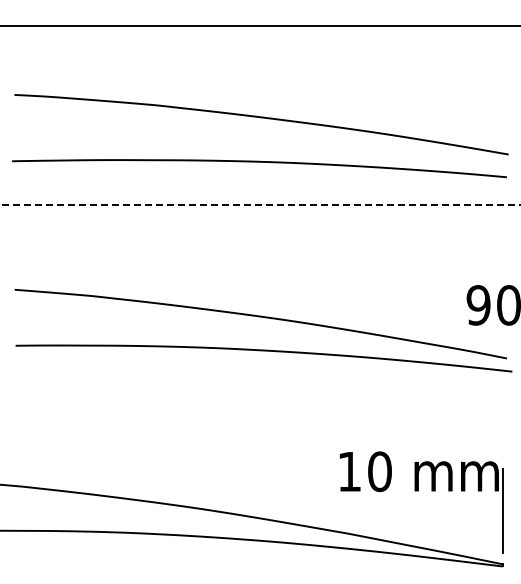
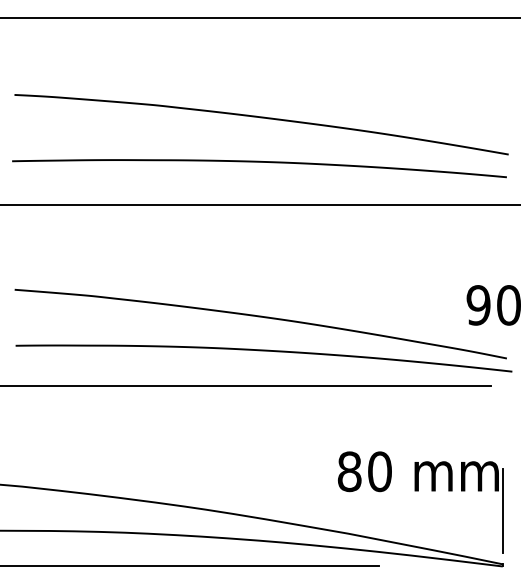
line at (259, 25) position: (259, 25) -> (259, 17)
line at (260, 204): dashed -> solid
line at (246, 385): none -> present
text at (349, 471): 10 -> 80
line at (190, 566): none -> present
